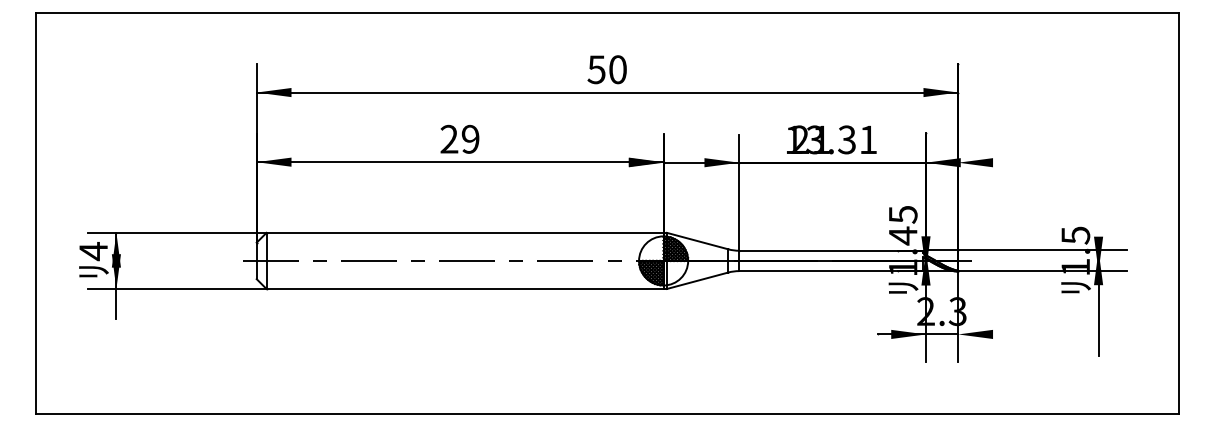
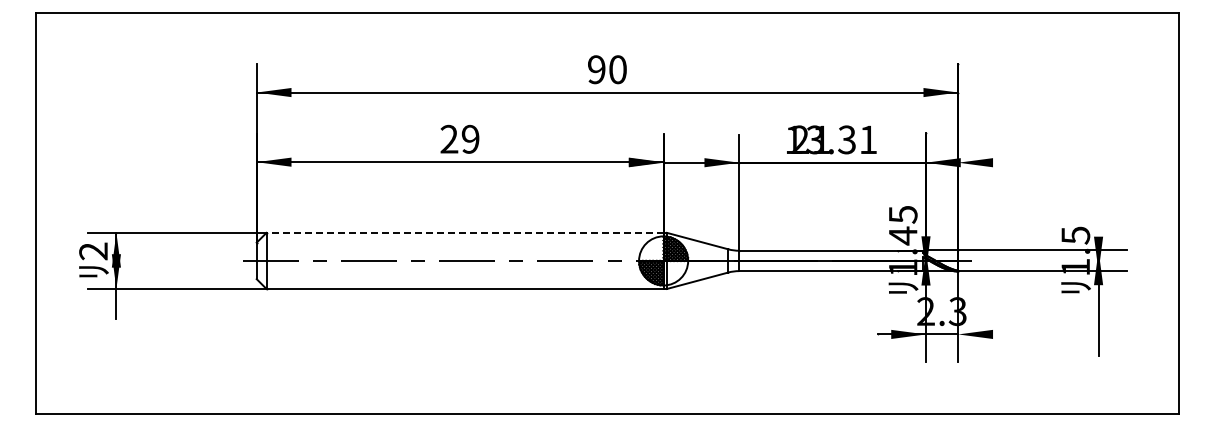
text at (596, 69): 50 -> 90
line at (465, 232): solid -> dashed
text at (93, 251): 4 -> 2
